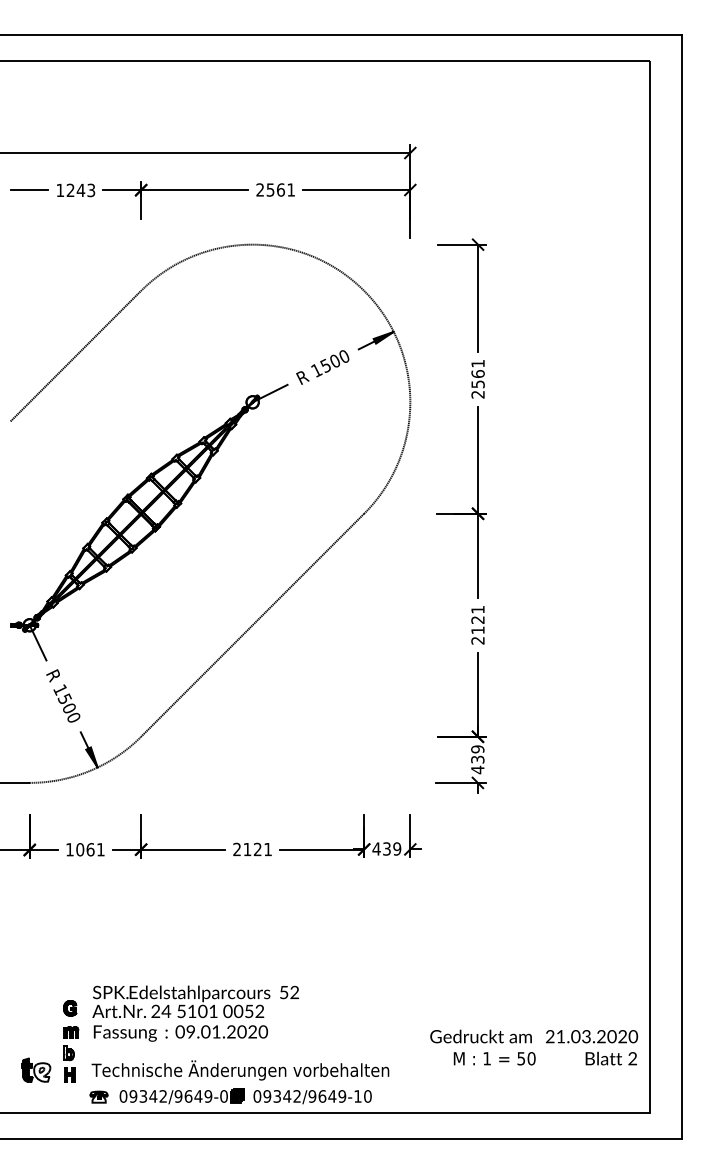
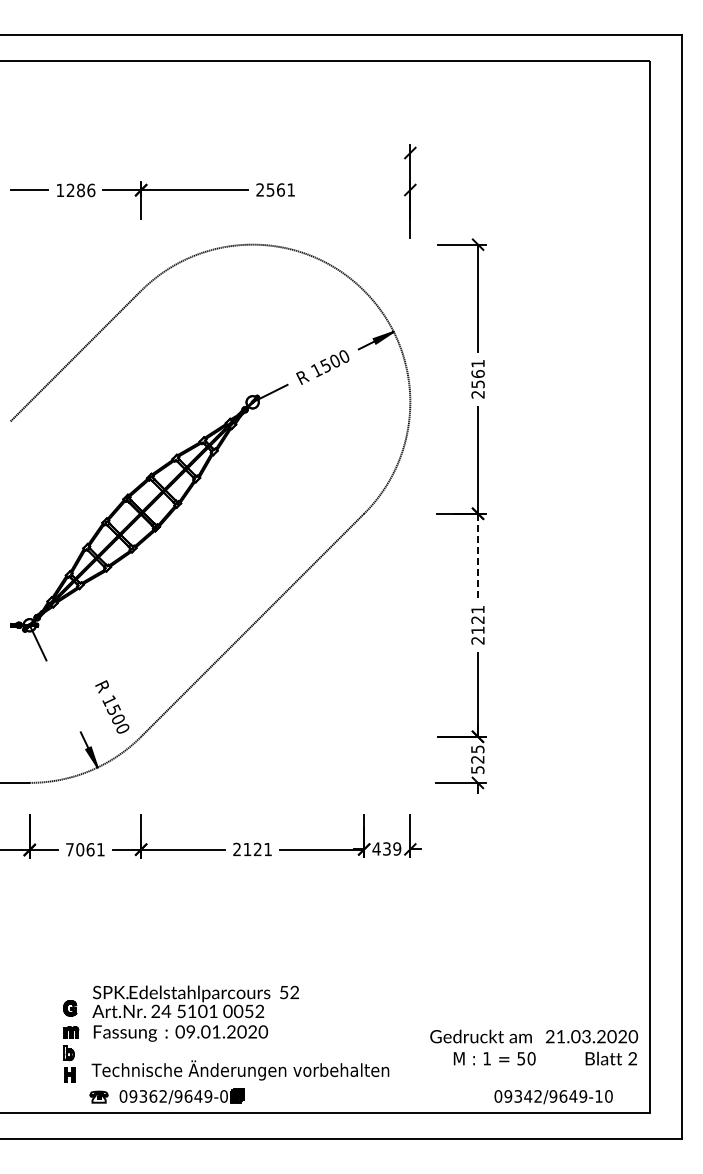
line at (206, 153): present -> none
text at (85, 190): 1243 -> 1286
line at (356, 190): present -> none
line at (478, 555): solid -> dashed
text at (63, 695) position: (63, 695) -> (112, 706)
text at (477, 759): 439 -> 525
text at (69, 849): 1061 -> 7061
part at (36, 1069): present -> none
text at (153, 1096): 09342/9649-0 -> 09362/9649-0
text at (312, 1097) position: (312, 1097) -> (553, 1097)
